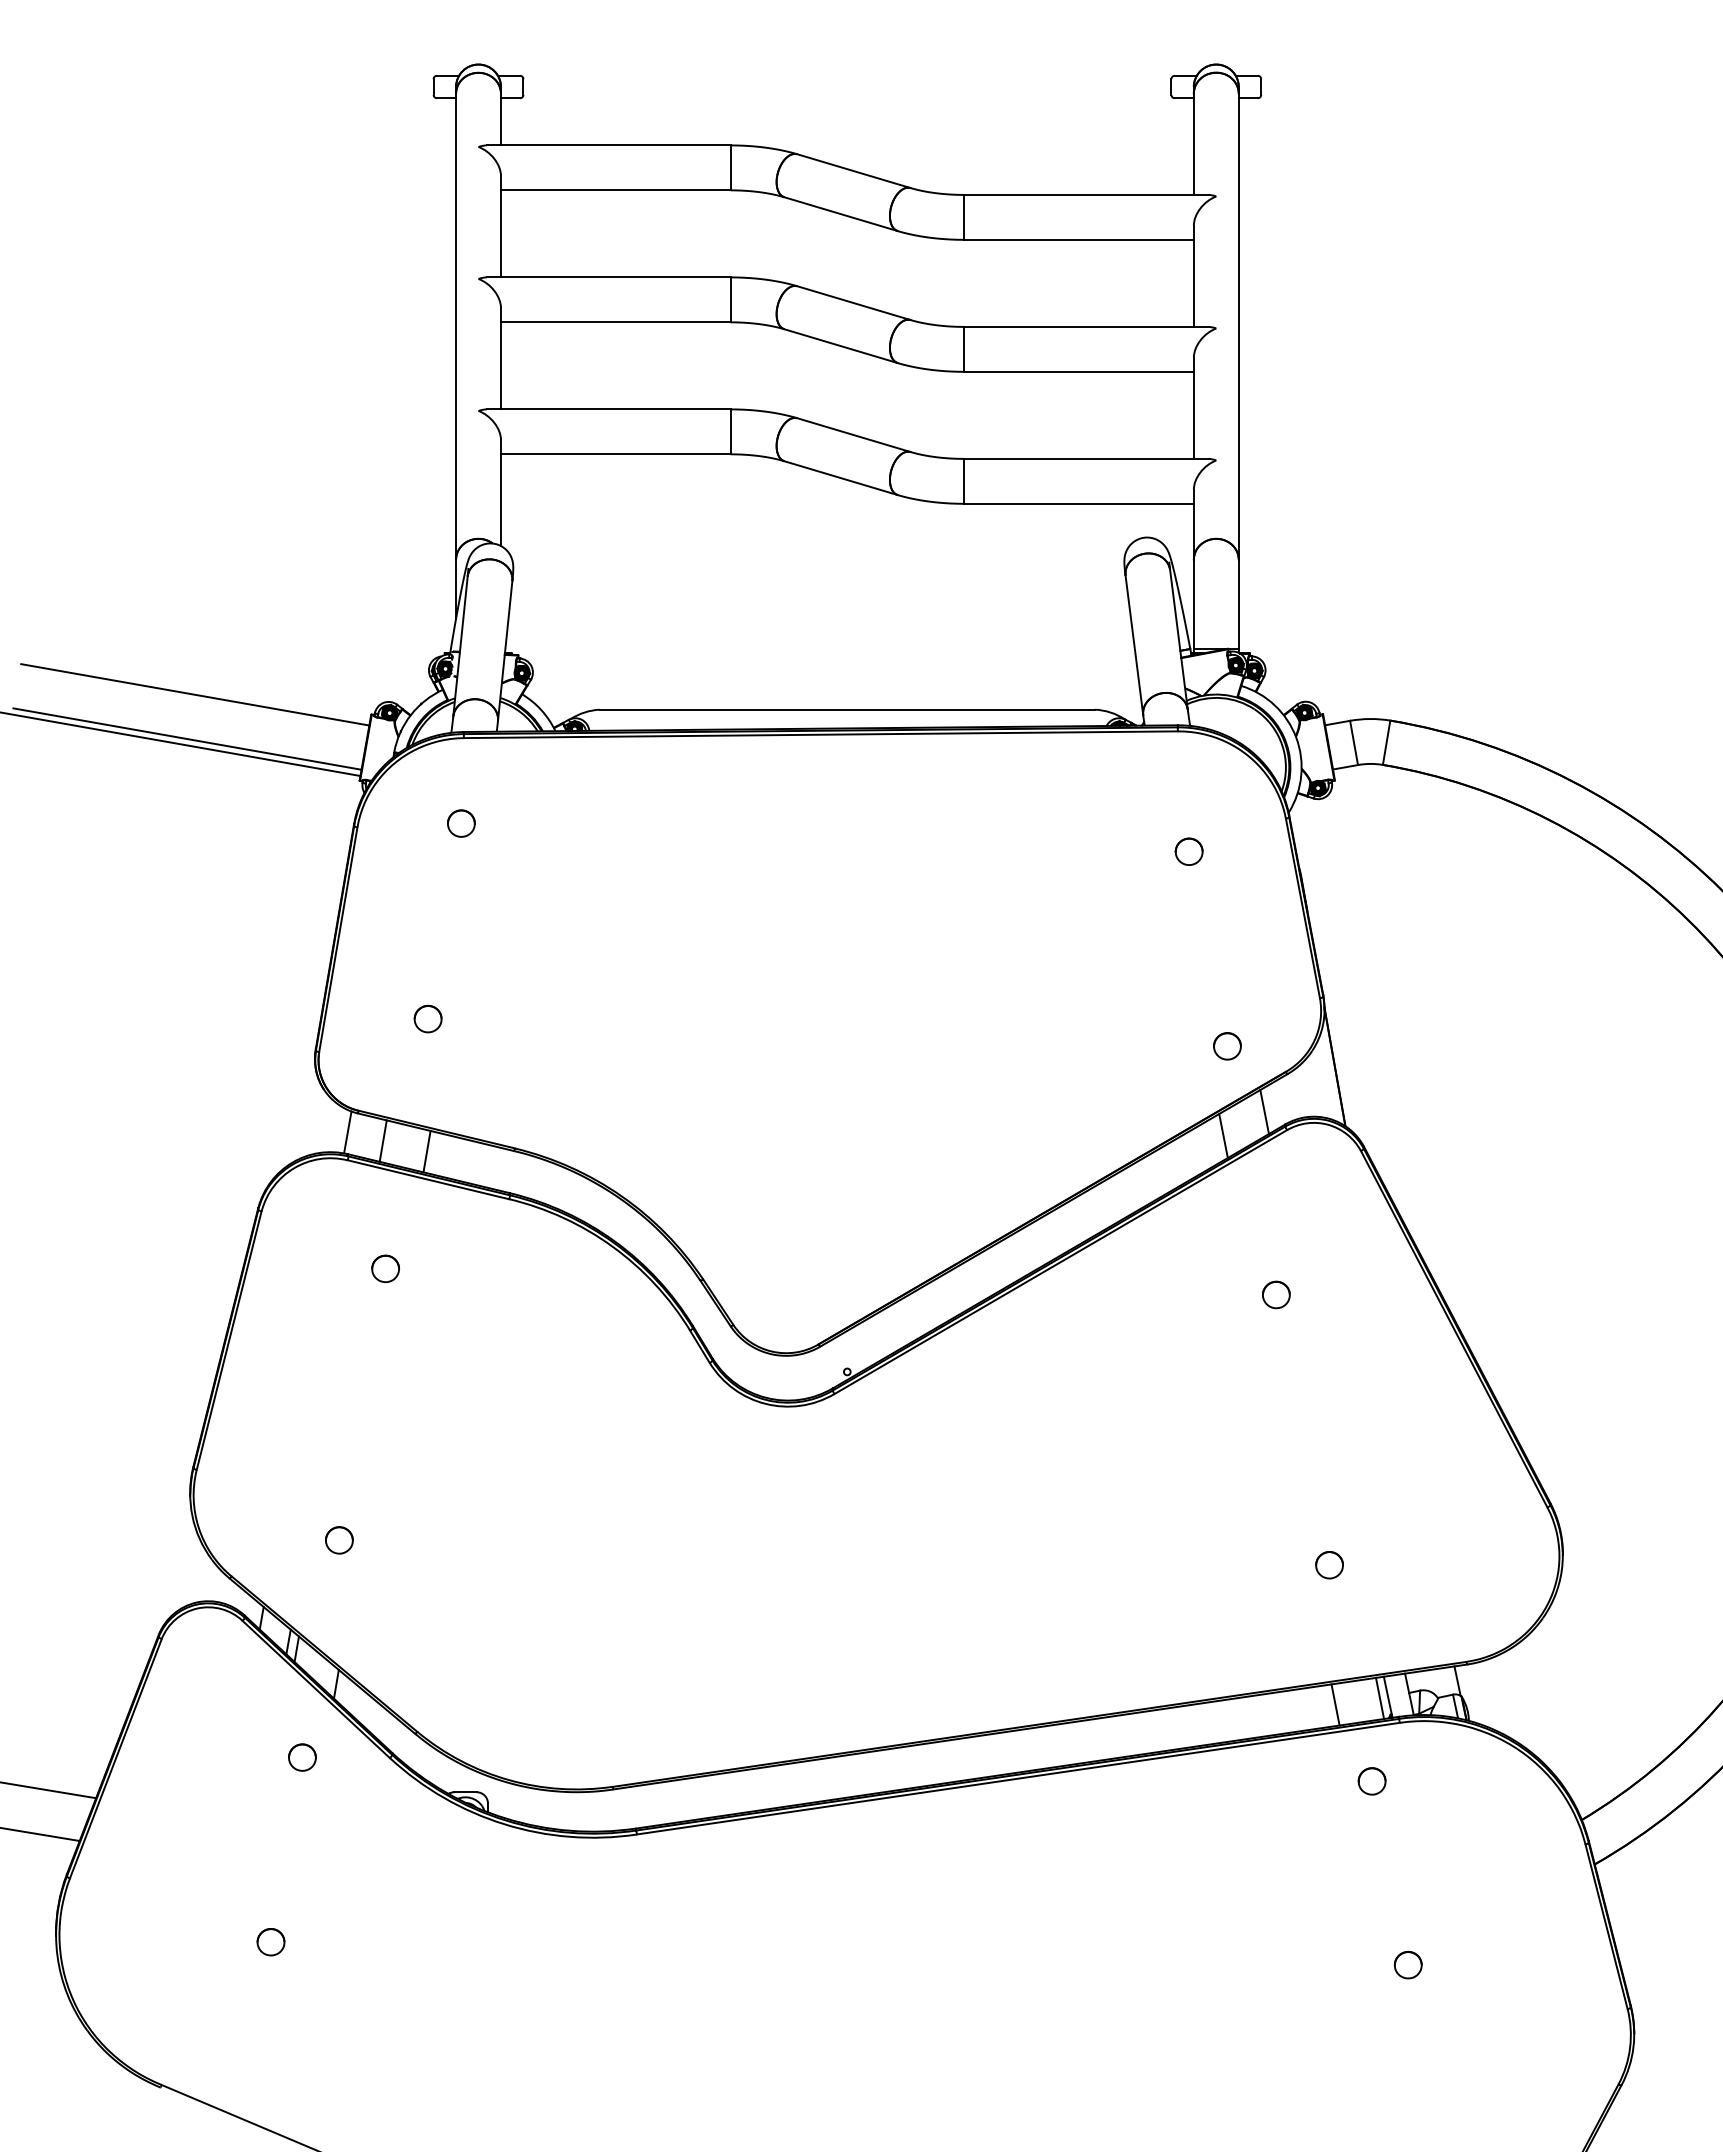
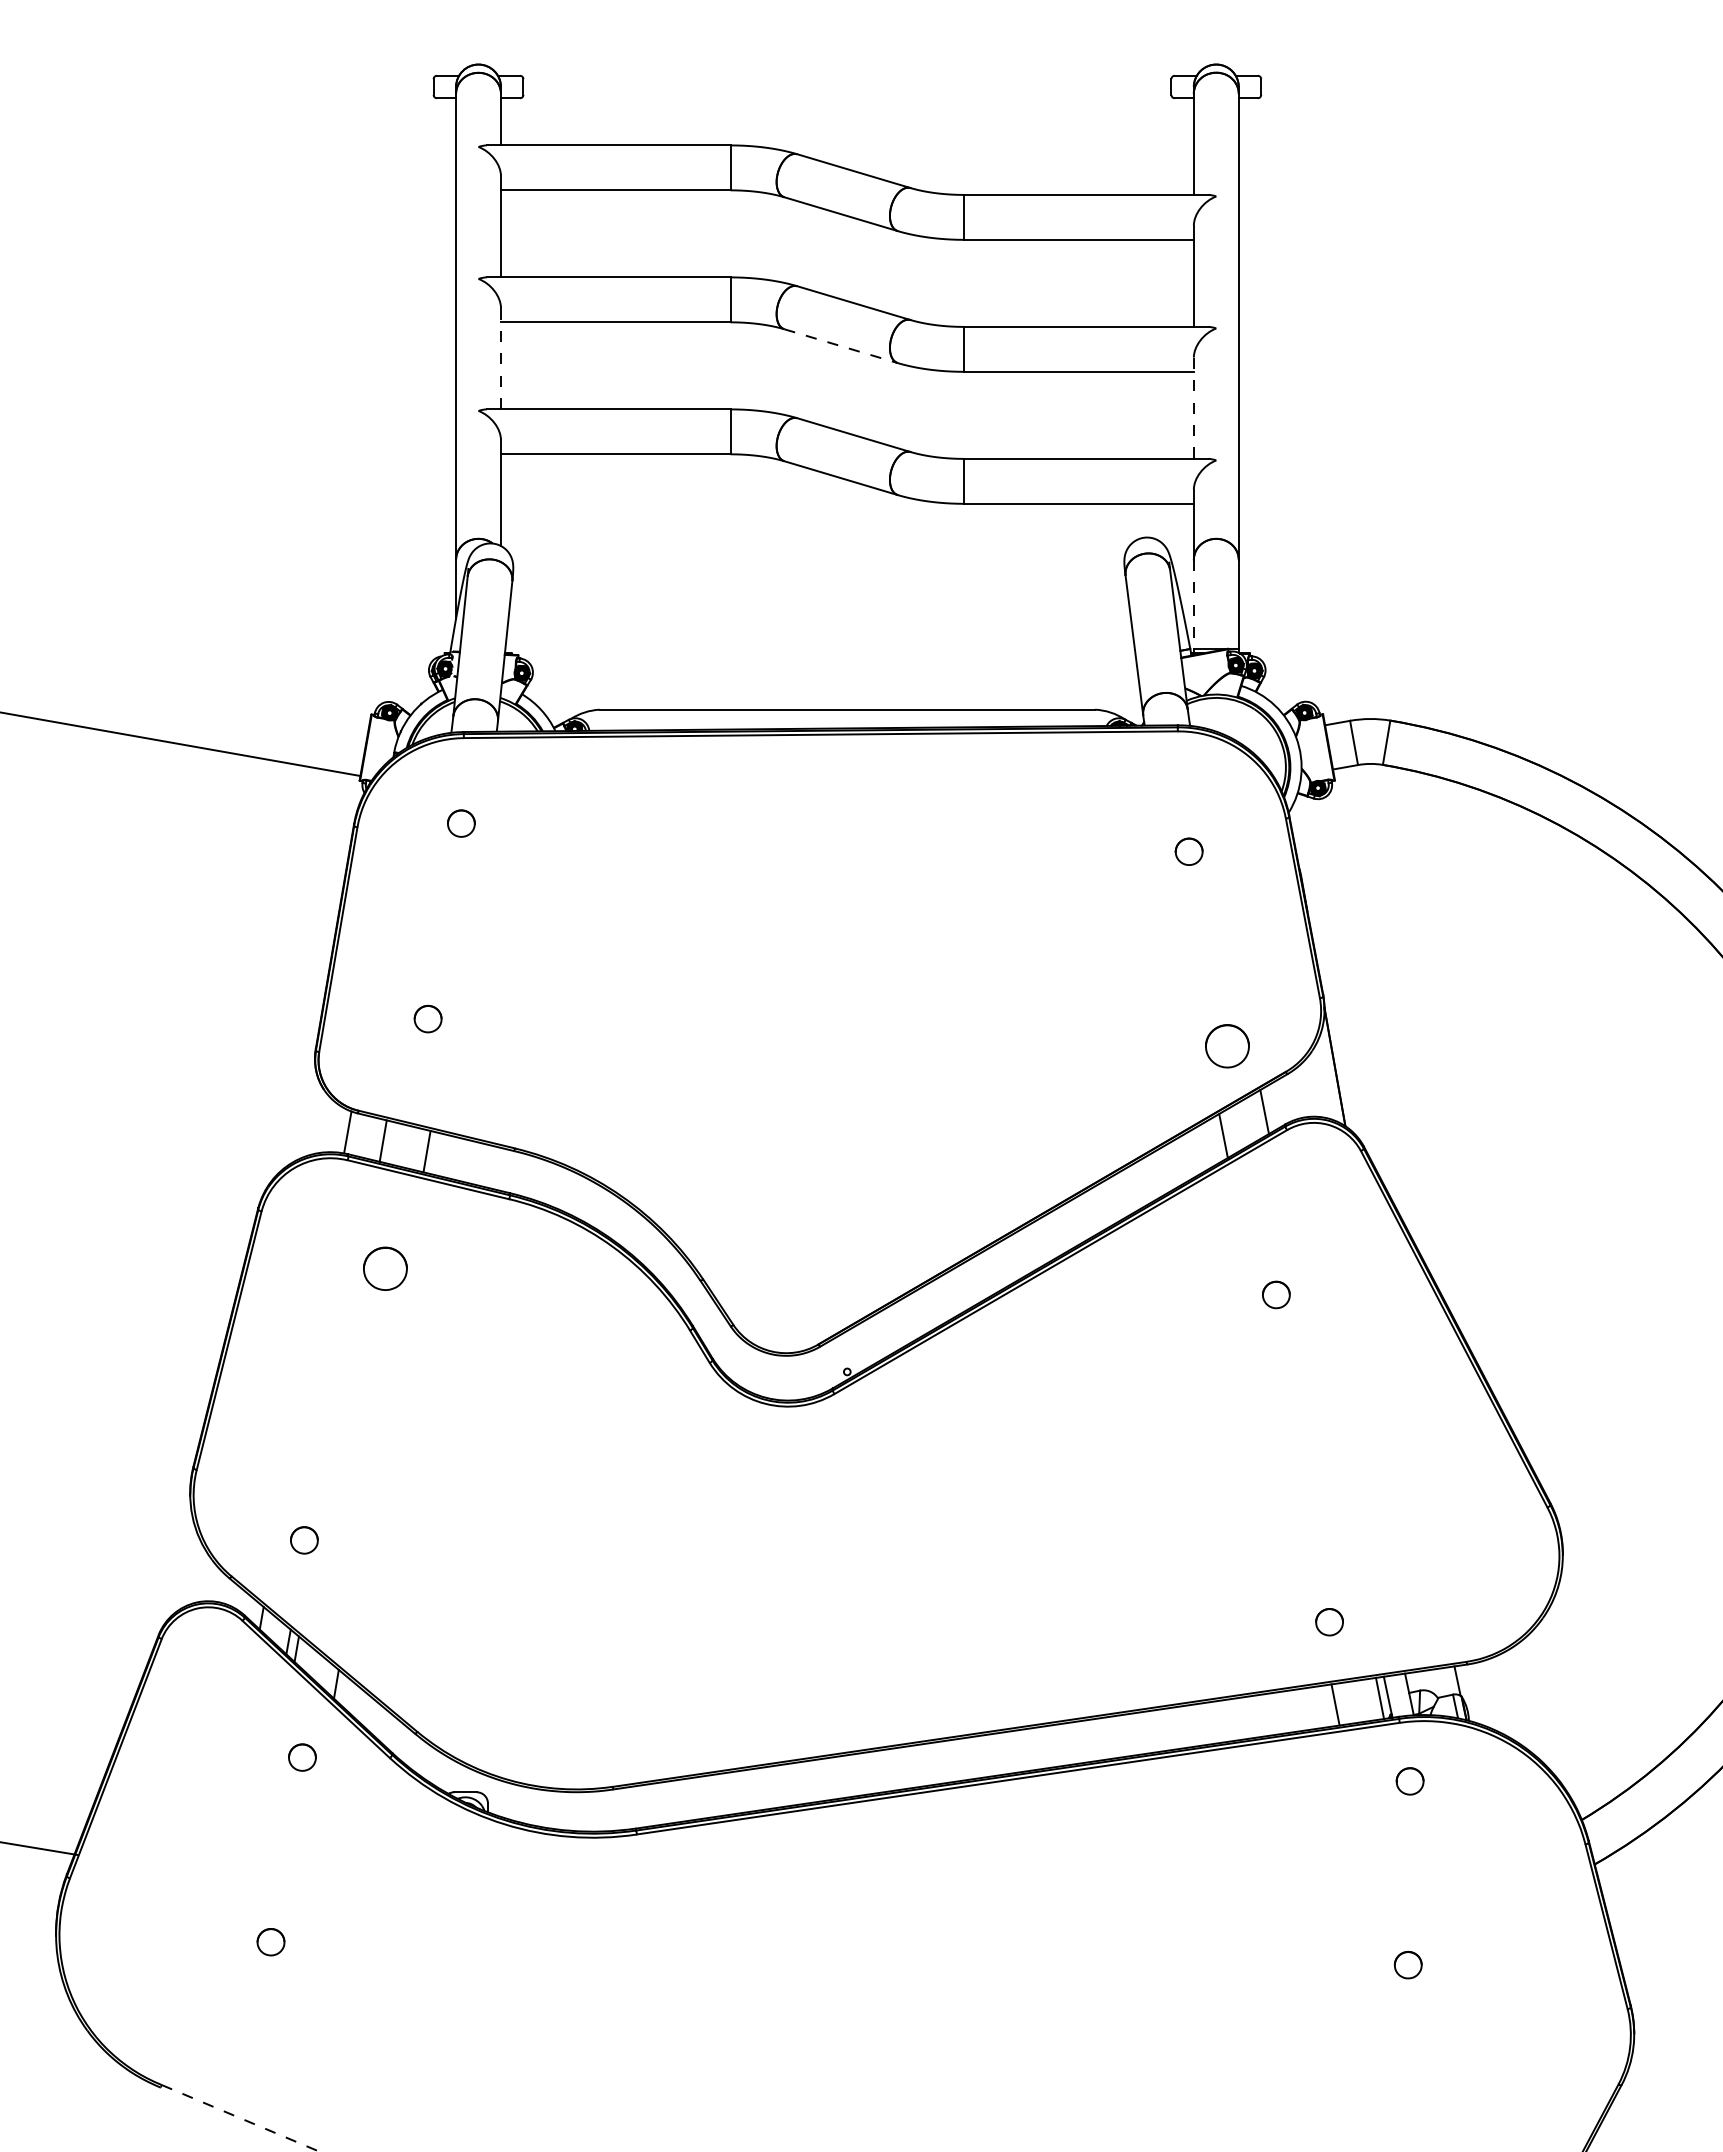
line at (841, 346): solid -> dashed
line at (501, 358): solid -> dashed
line at (1193, 408): solid -> dashed
line at (1193, 604): solid -> dashed
line at (195, 694): present -> none
line at (187, 738): present -> none
part at (1227, 1046) size: 29x29 px -> 45x45 px
part at (385, 1268) size: 30x30 px -> 45x45 px
part at (339, 1540) position: (339, 1540) -> (304, 1540)
part at (1329, 1565) position: (1329, 1565) -> (1329, 1622)
part at (1371, 1781) position: (1371, 1781) -> (1409, 1781)
line at (49, 1790): present -> none
line at (40, 1834) position: (40, 1834) -> (39, 1848)
line at (240, 2118): solid -> dashed
